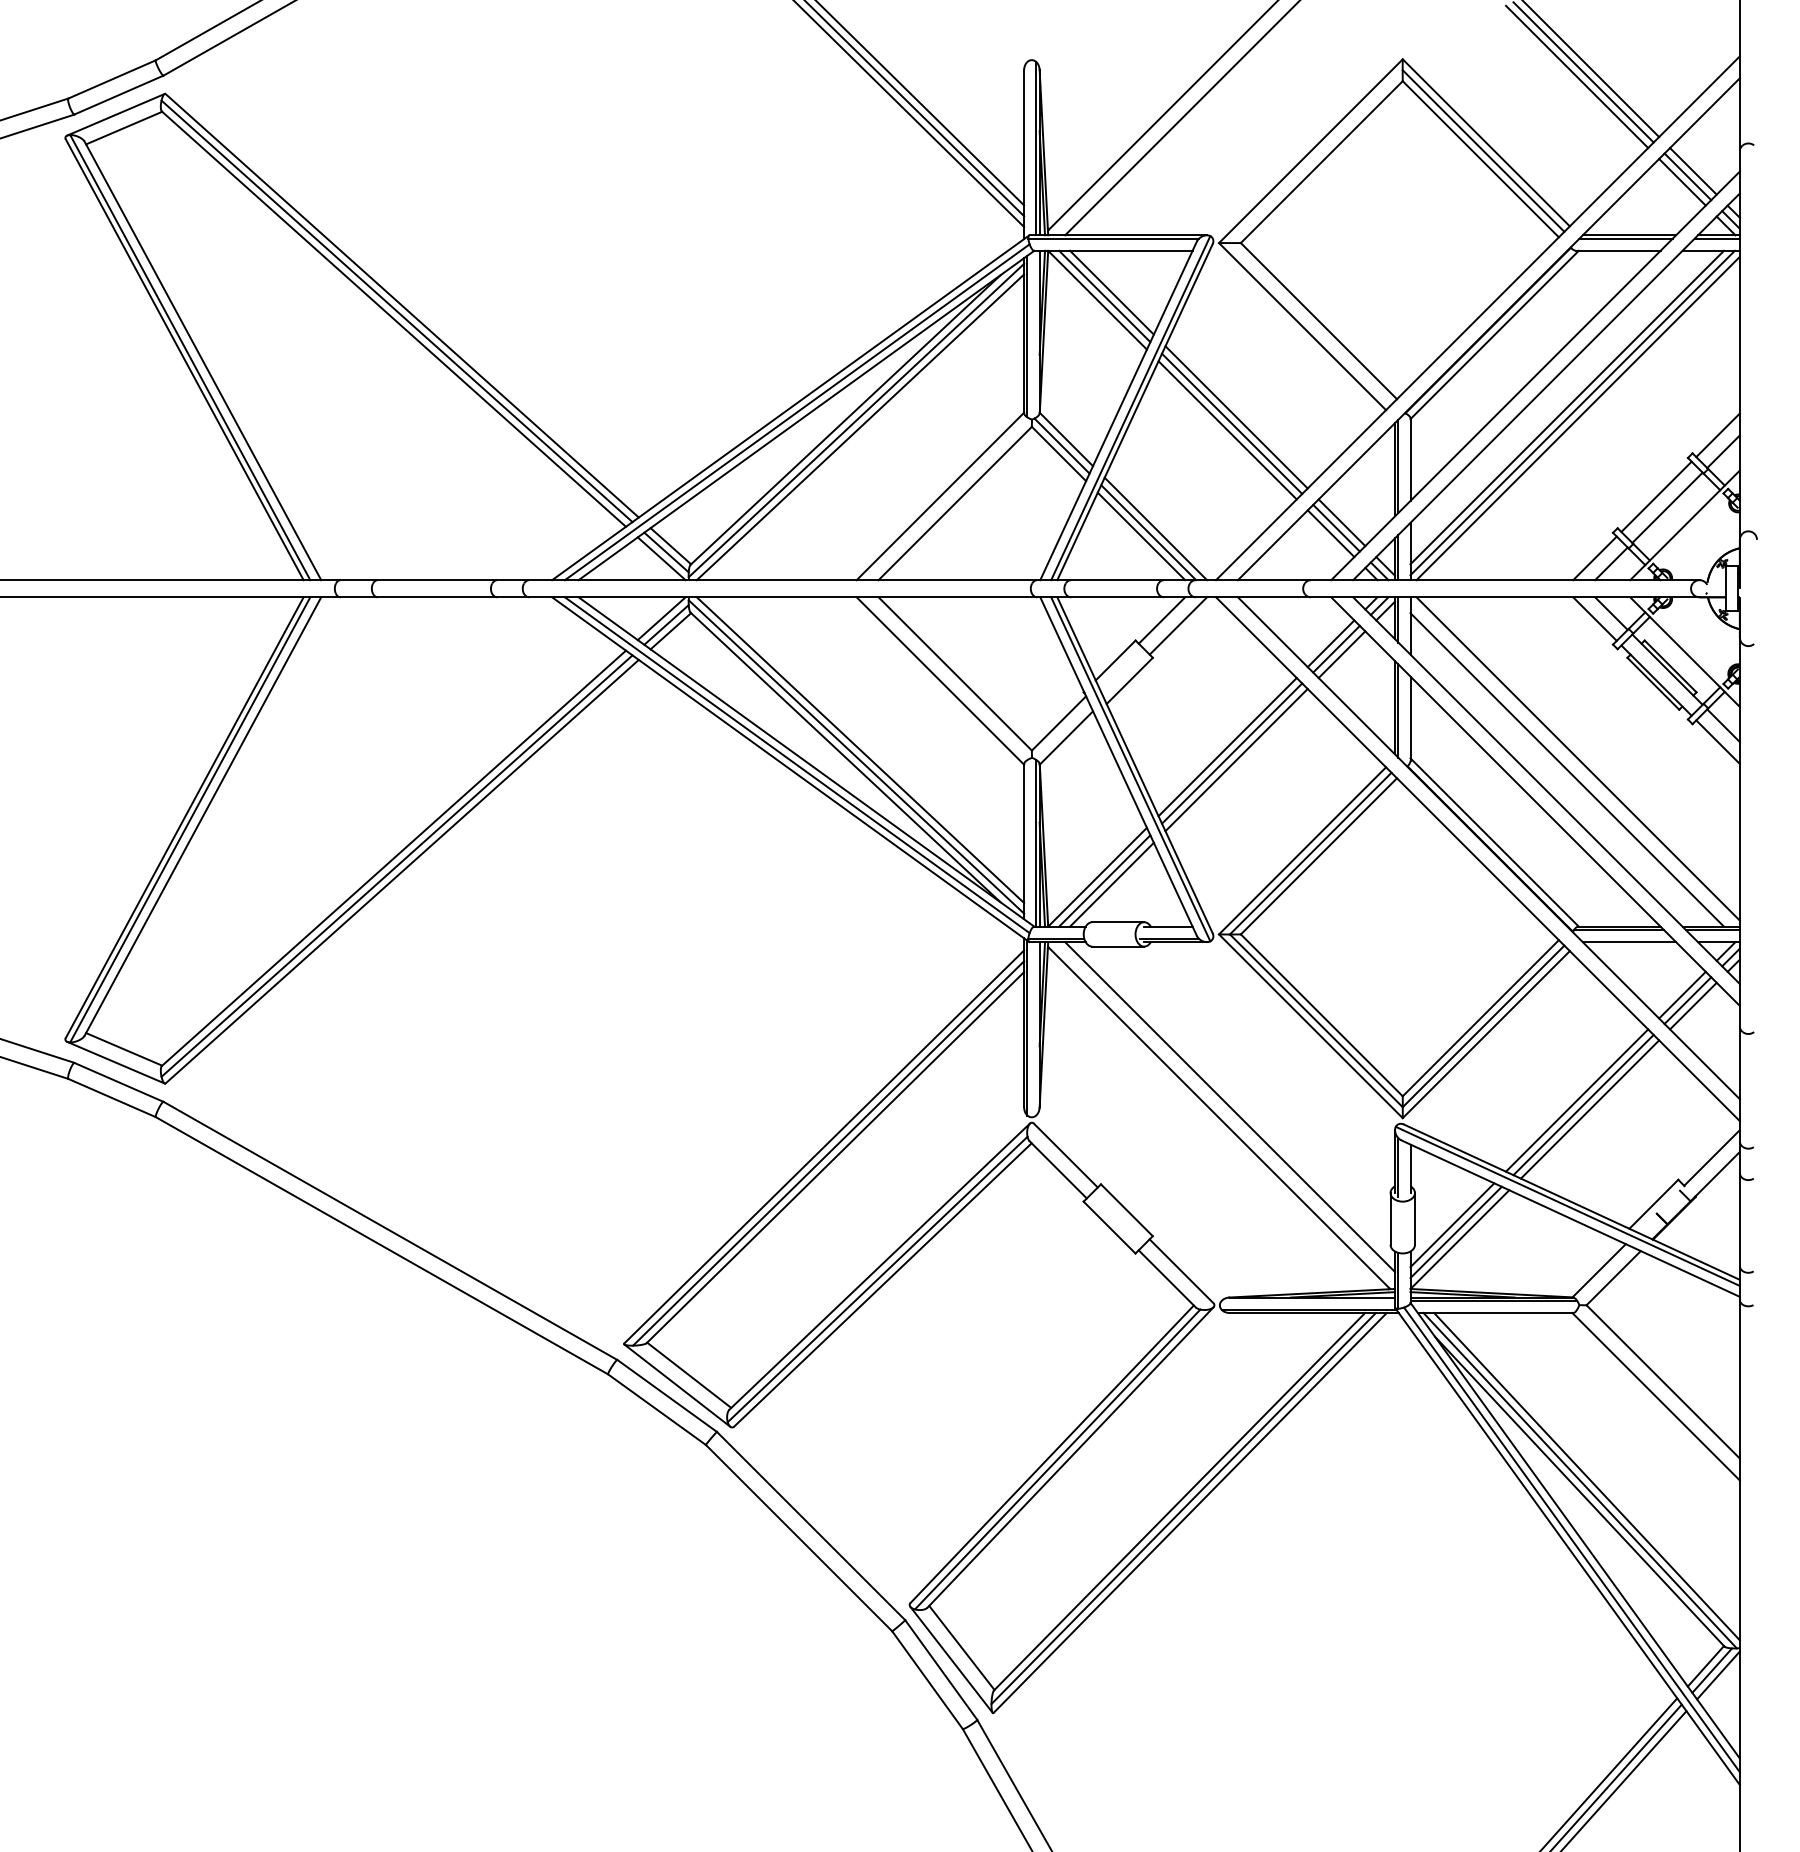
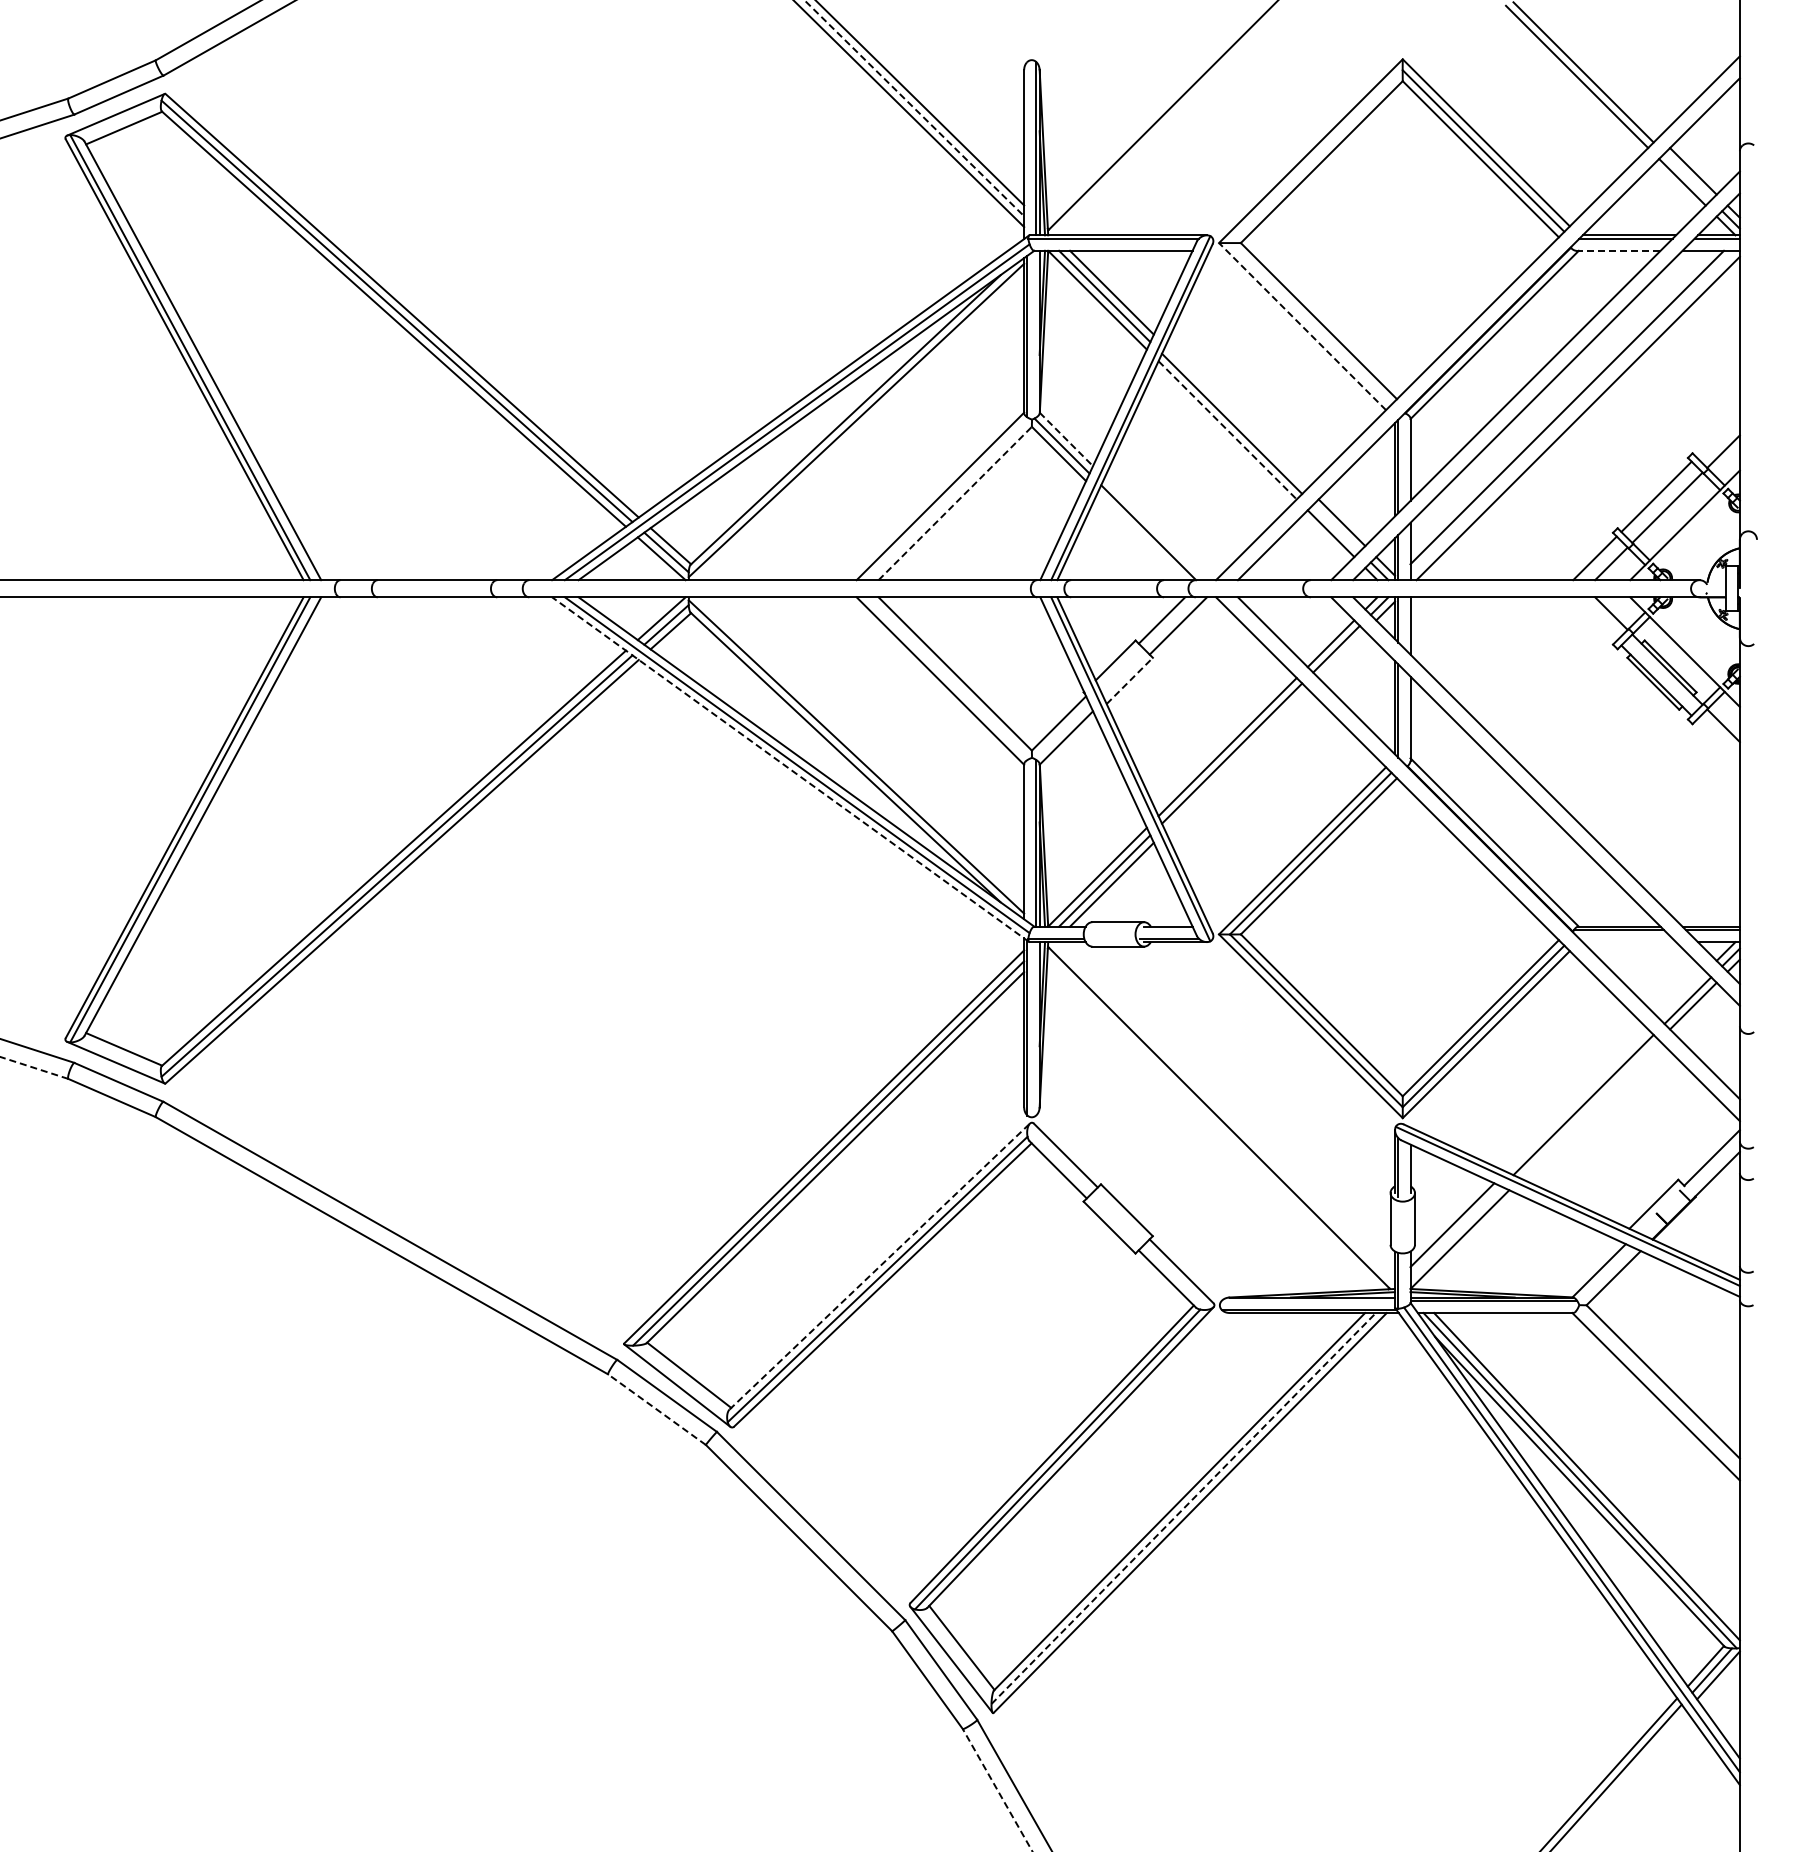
line at (1591, 69): present -> none
line at (914, 108): solid -> dashed
line at (1181, 118): present -> none
line at (1687, 176): present -> none
line at (1619, 250): solid -> dashed
line at (1302, 326): solid -> dashed
line at (1572, 412): present -> none
line at (1236, 417): present -> none
line at (860, 427): present -> none
line at (1227, 430): solid -> dashed
line at (1717, 435): present -> none
line at (1066, 439): solid -> dashed
line at (955, 503): solid -> dashed
line at (1336, 527): present -> none
line at (1155, 528): present -> none
line at (1141, 536): present -> none
line at (1594, 618): present -> none
line at (1341, 654): present -> none
line at (1129, 680): solid -> dashed
line at (1717, 741): present -> none
line at (860, 750): present -> none
line at (1577, 758): present -> none
line at (1236, 759): present -> none
line at (790, 769): solid -> dashed
line at (1567, 769): present -> none
line at (1629, 942): present -> none
line at (1682, 994): present -> none
line at (34, 1067): solid -> dashed
line at (1576, 1100): present -> none
line at (1230, 1107): present -> none
line at (1589, 1109): present -> none
line at (1455, 1232): present -> none
line at (880, 1266): solid -> dashed
line at (656, 1409): solid -> dashed
line at (1184, 1508): solid -> dashed
line at (1624, 1779): present -> none
line at (997, 1789): solid -> dashed
